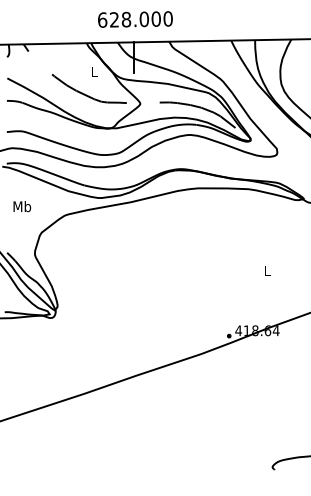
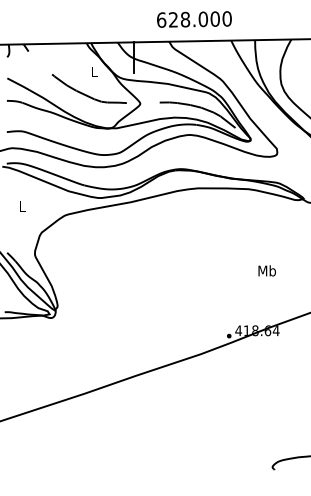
text at (135, 19) position: (135, 19) -> (194, 19)
text at (22, 206): Mb -> L
text at (266, 270): L -> Mb
